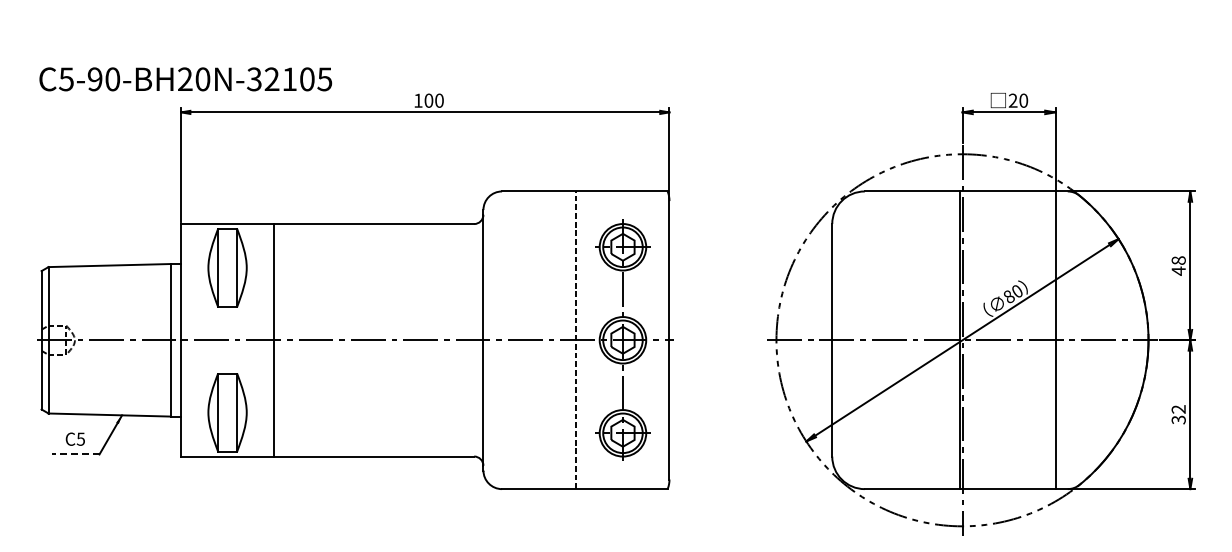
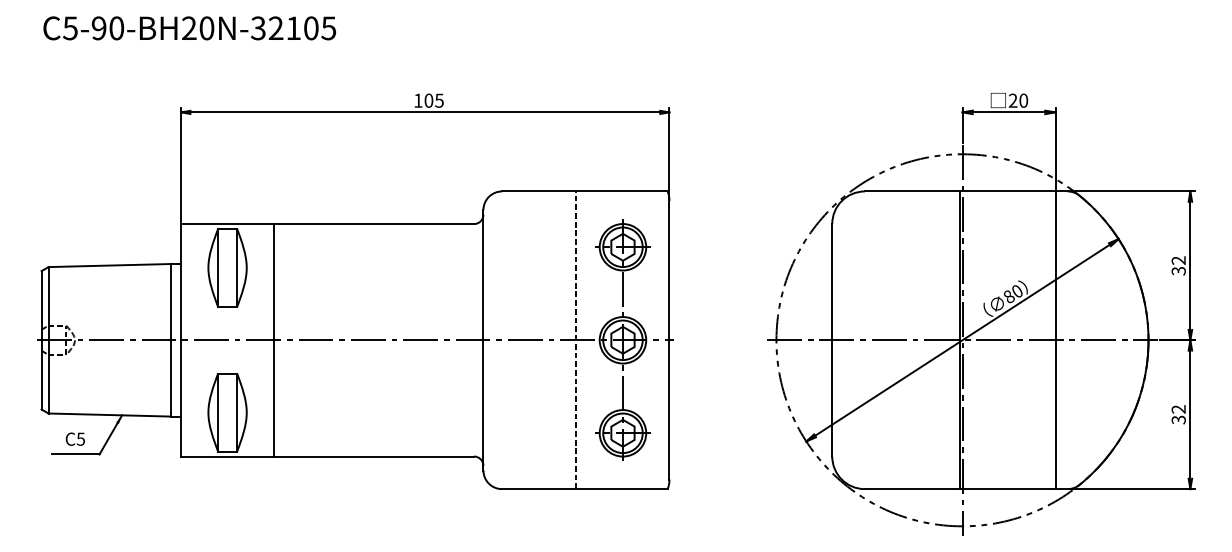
text at (185, 79) position: (185, 79) -> (189, 28)
text at (439, 100): 100 -> 105
text at (1178, 265): 48 -> 32
line at (75, 454): dashed -> solid
